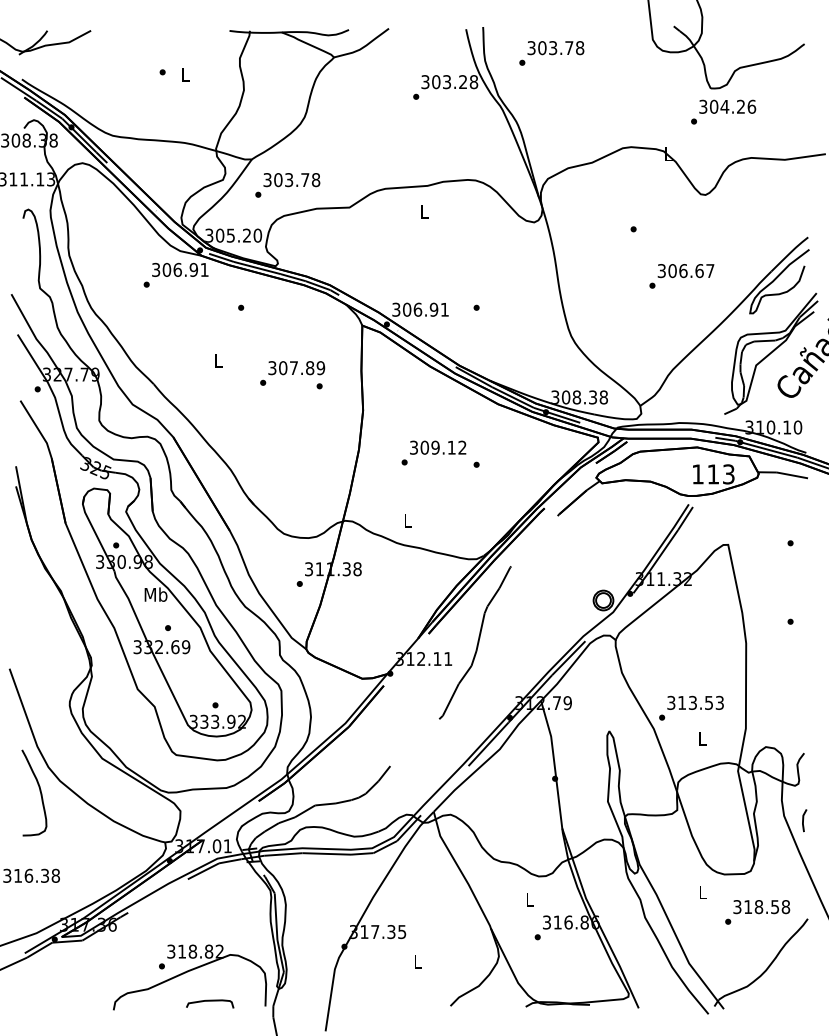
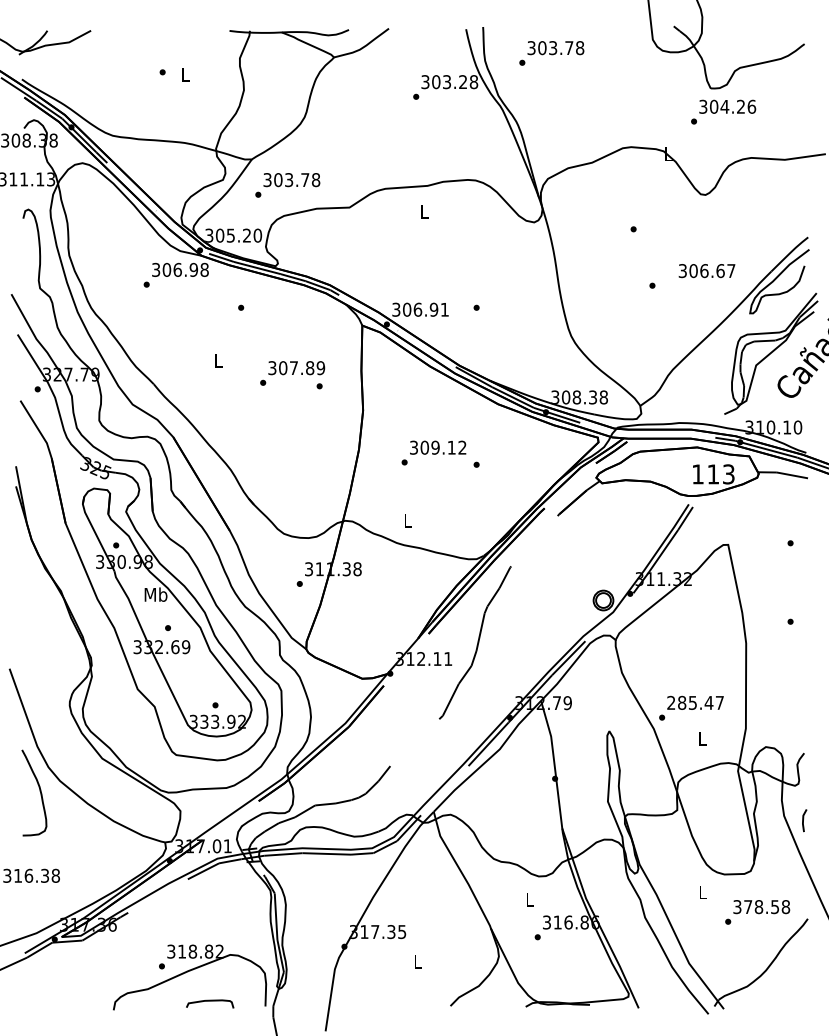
text at (204, 269): 306.91 -> 306.98
text at (685, 271) position: (685, 271) -> (706, 271)
text at (695, 702): 313.53 -> 285.47
text at (748, 906): 318.58 -> 378.58
